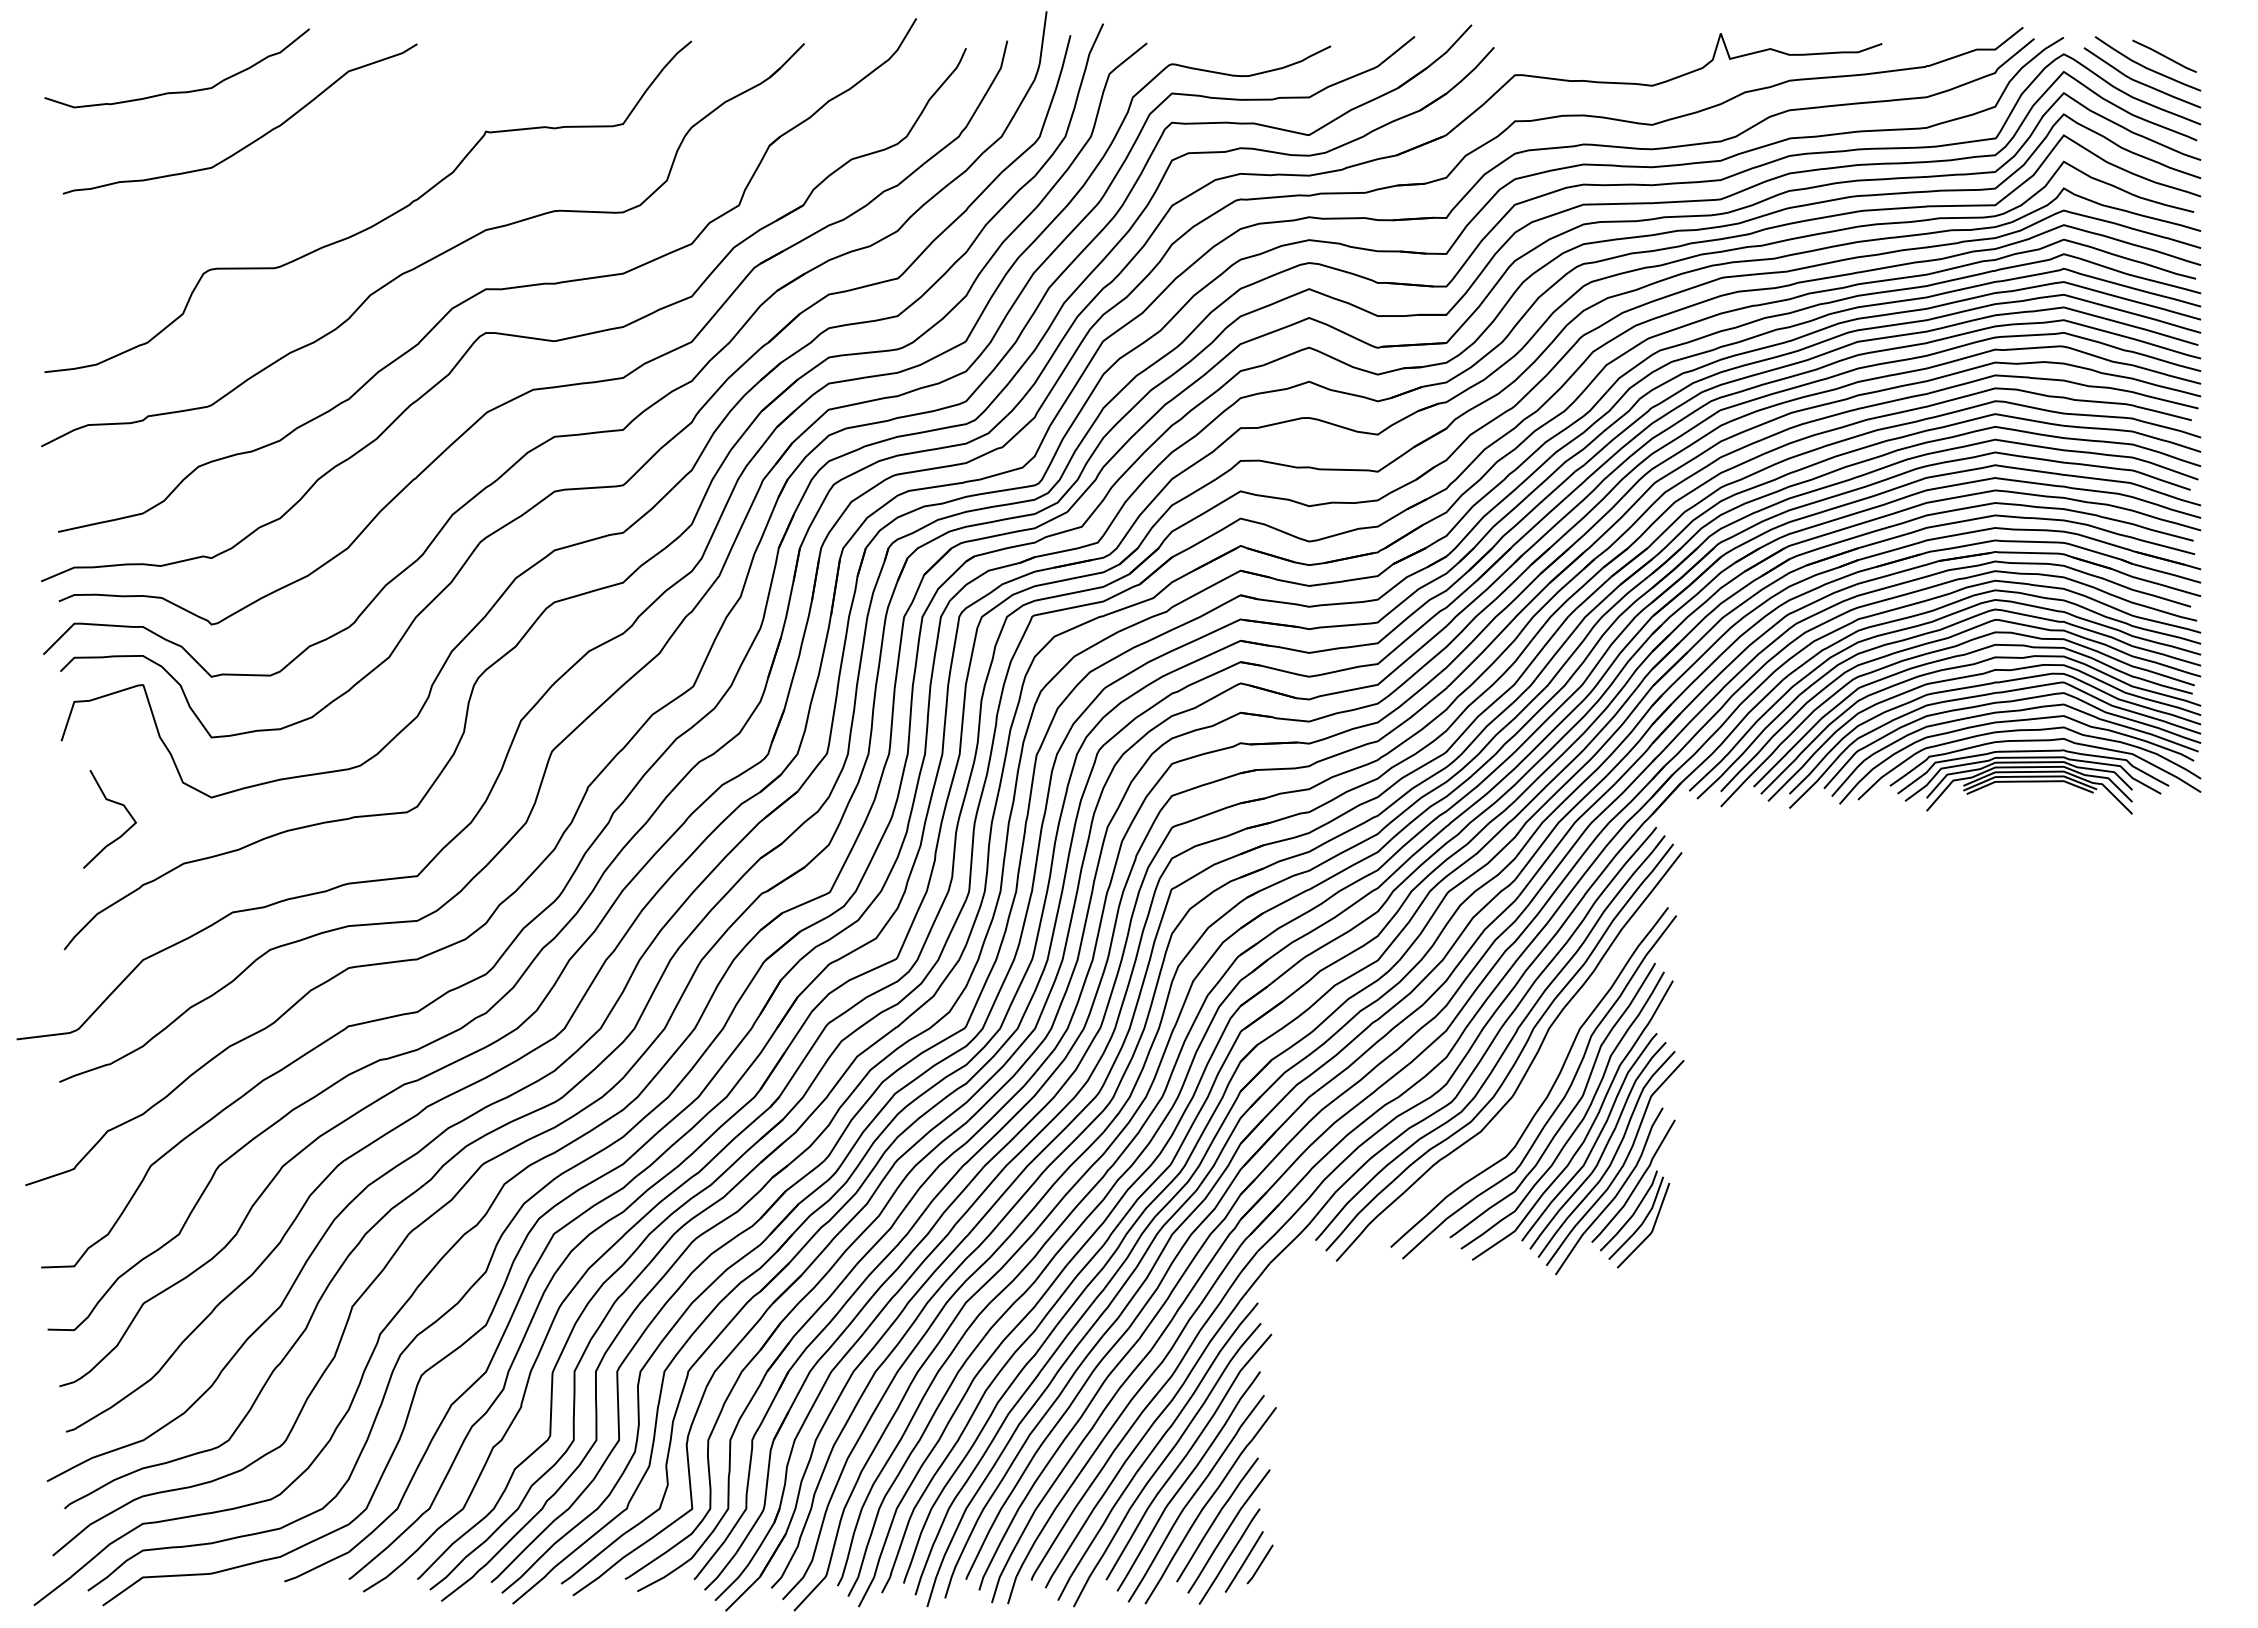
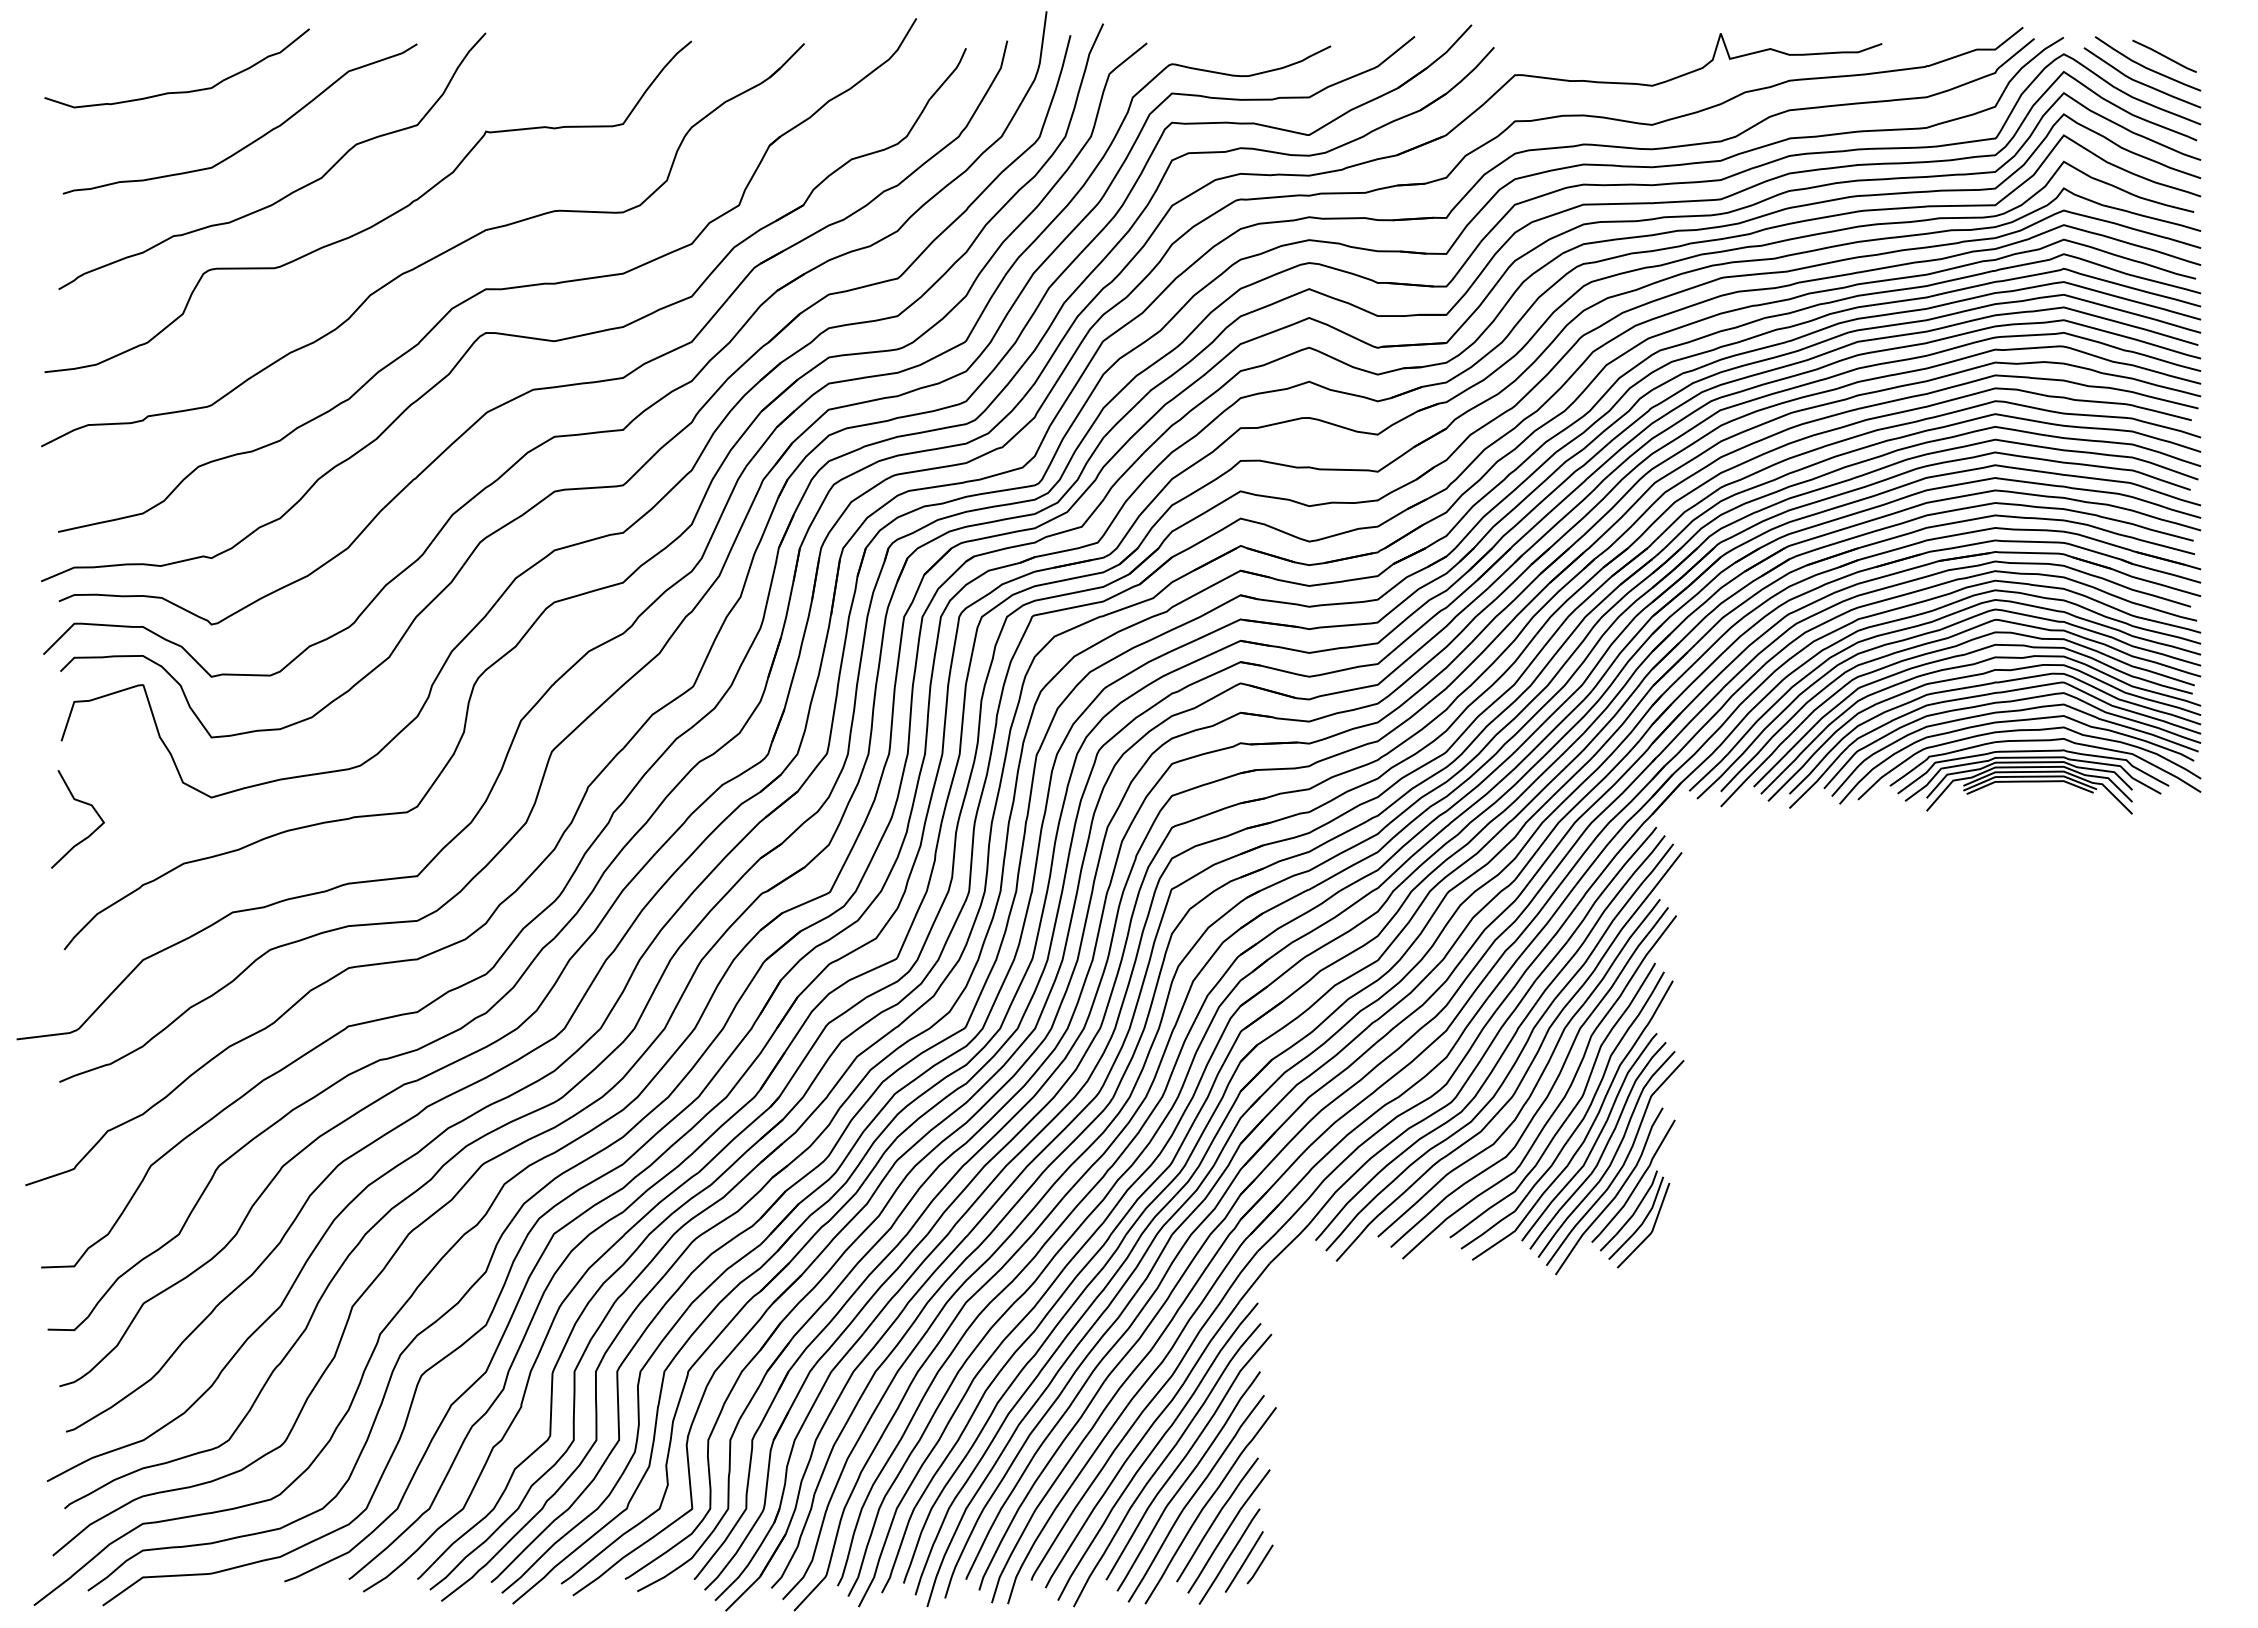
curve at (290, 192): none -> present
curve at (115, 803) position: (115, 803) -> (83, 803)
curve at (1538, 1078): none -> present
